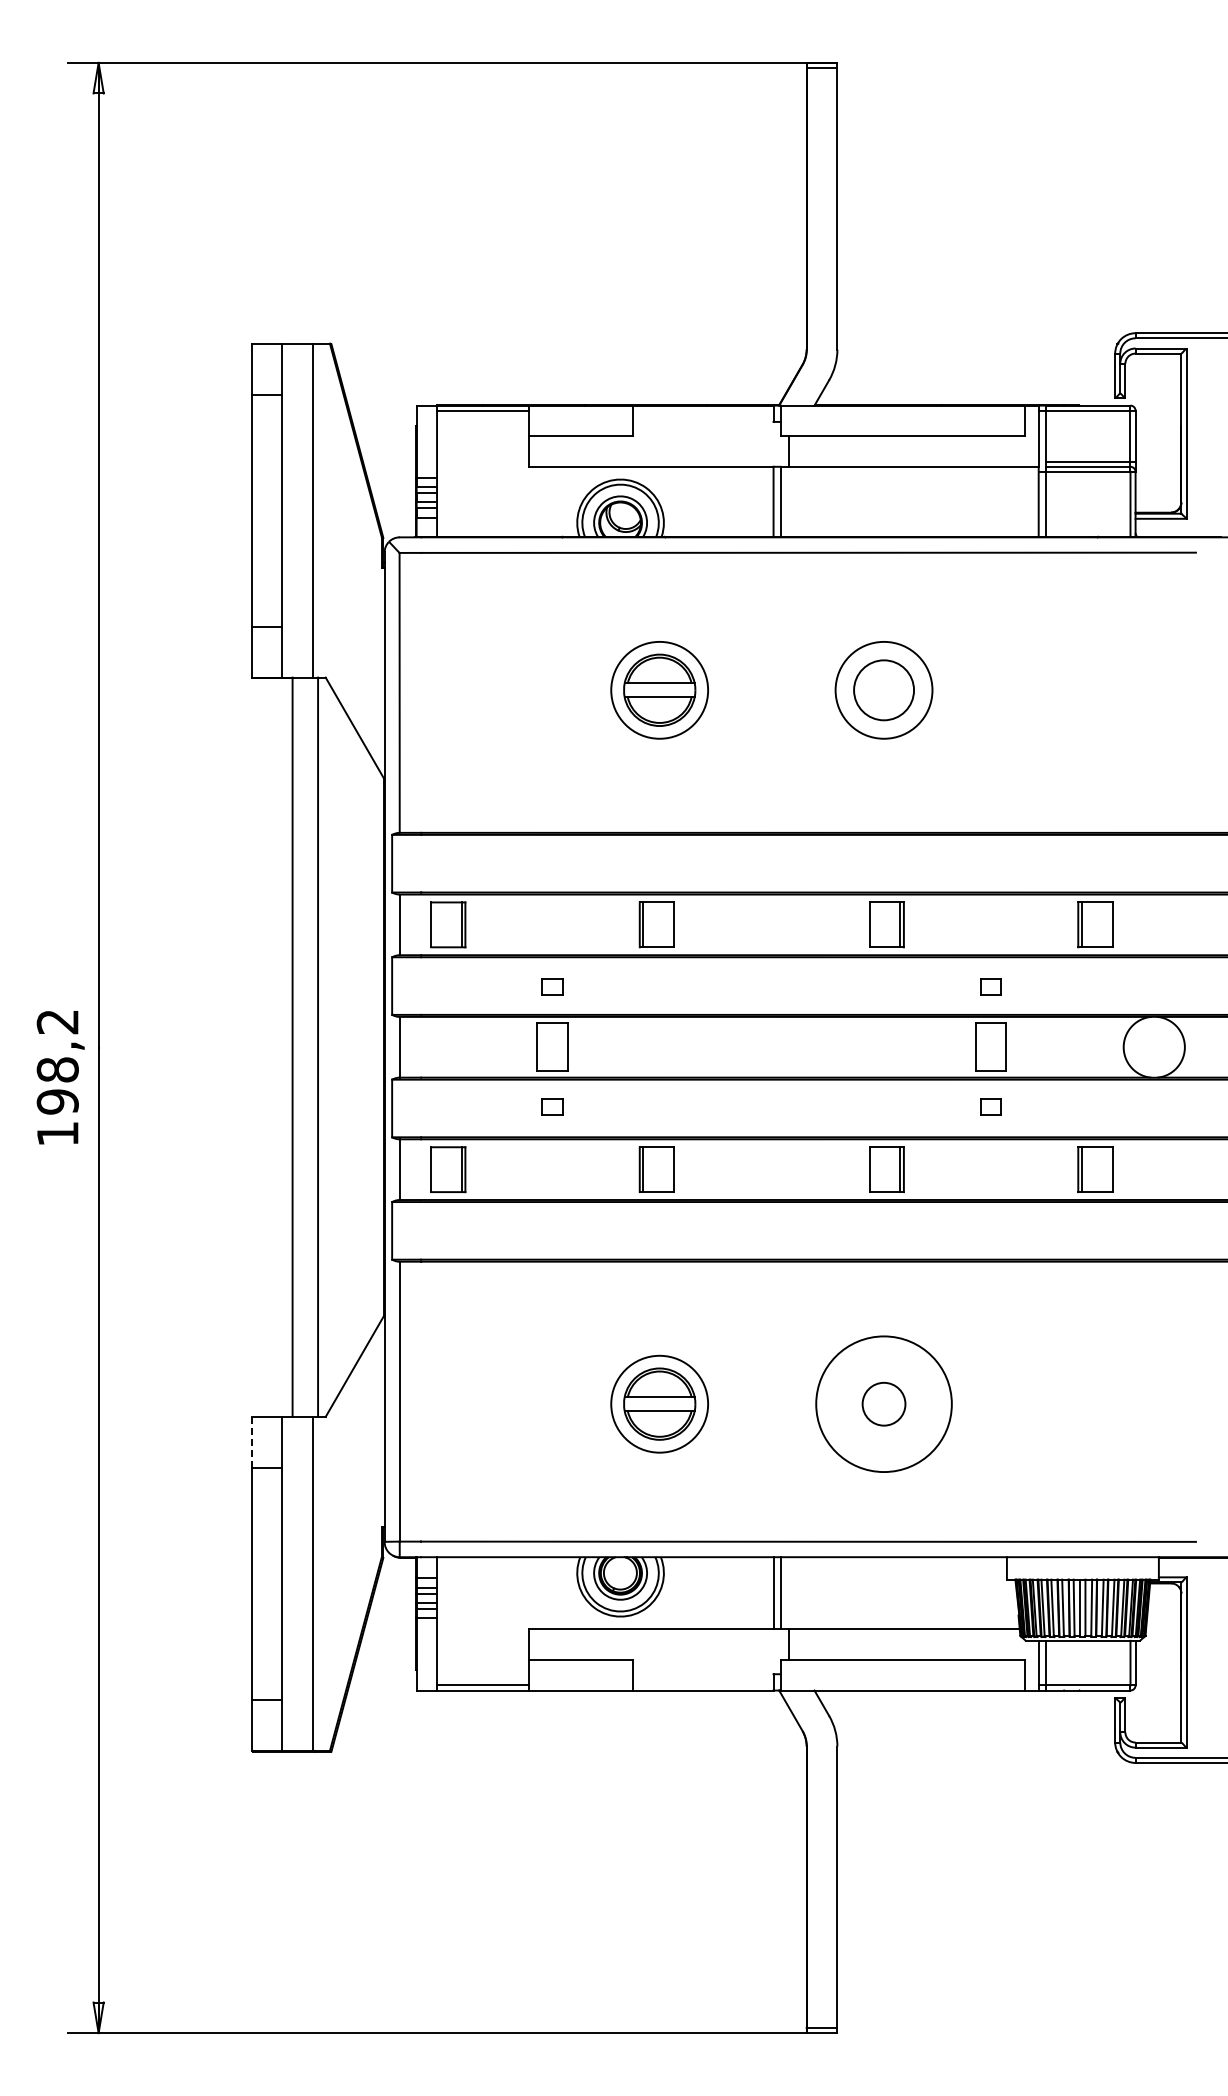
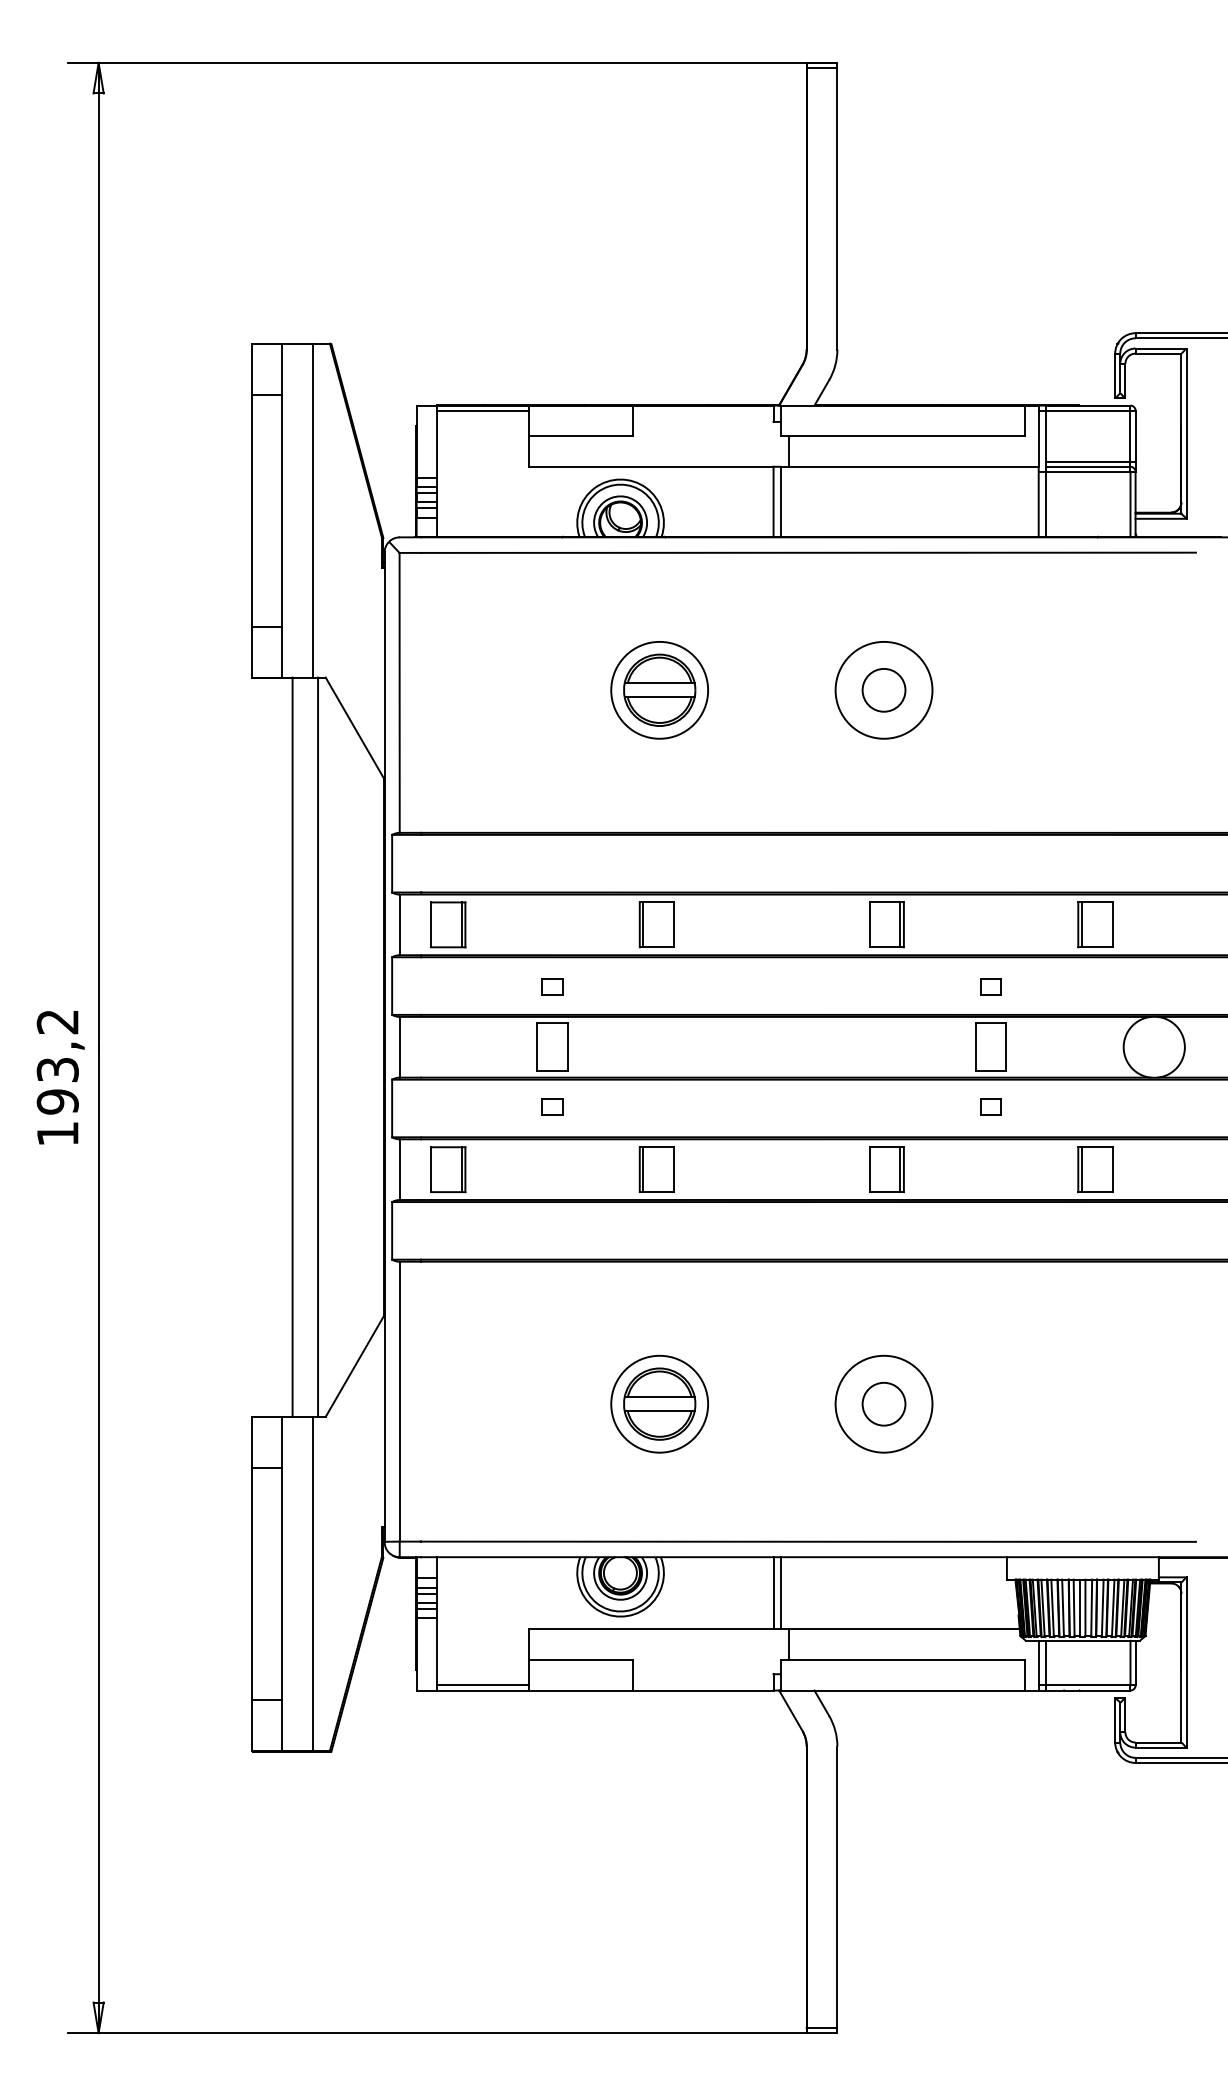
circle at (884, 690) diameter: 60 px -> 43 px
text at (57, 1069): 198,2 -> 193,2
circle at (883, 1404) diameter: 136 px -> 97 px
line at (251, 1442): dashed -> solid
